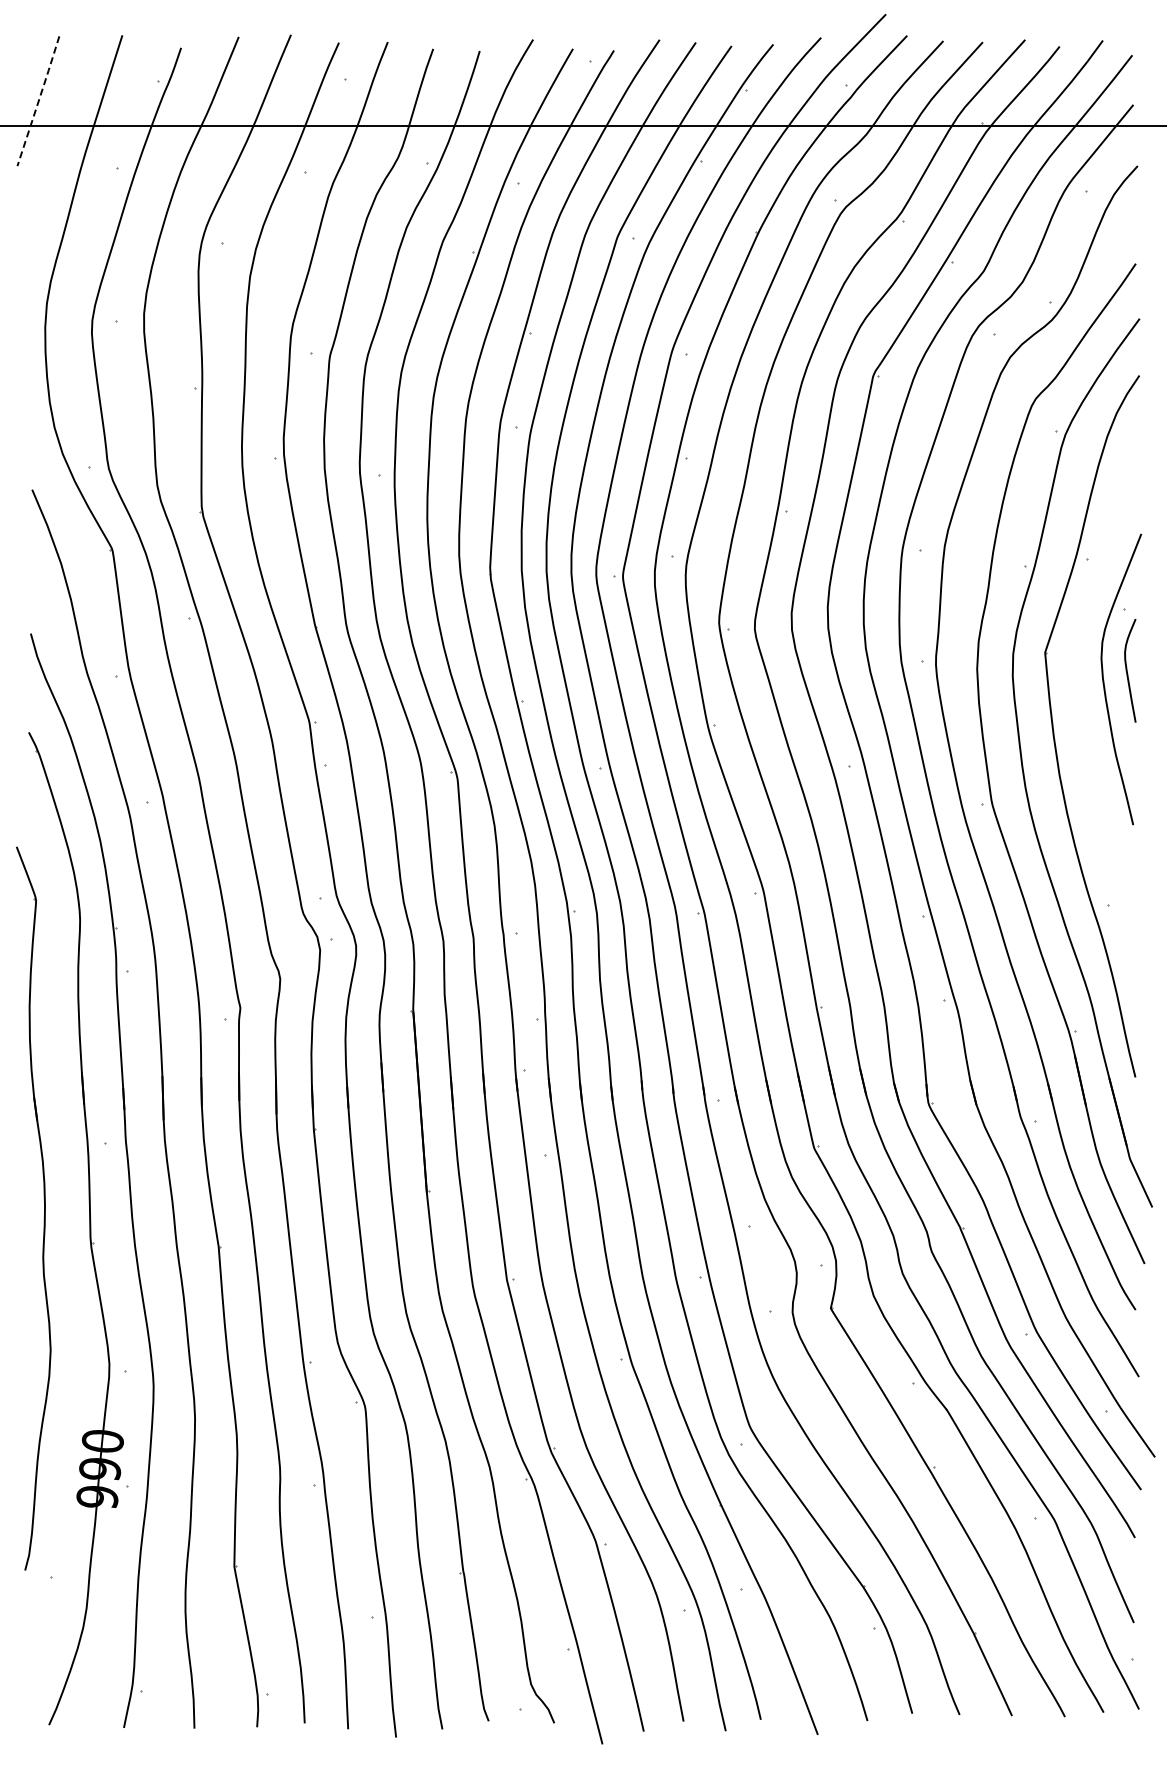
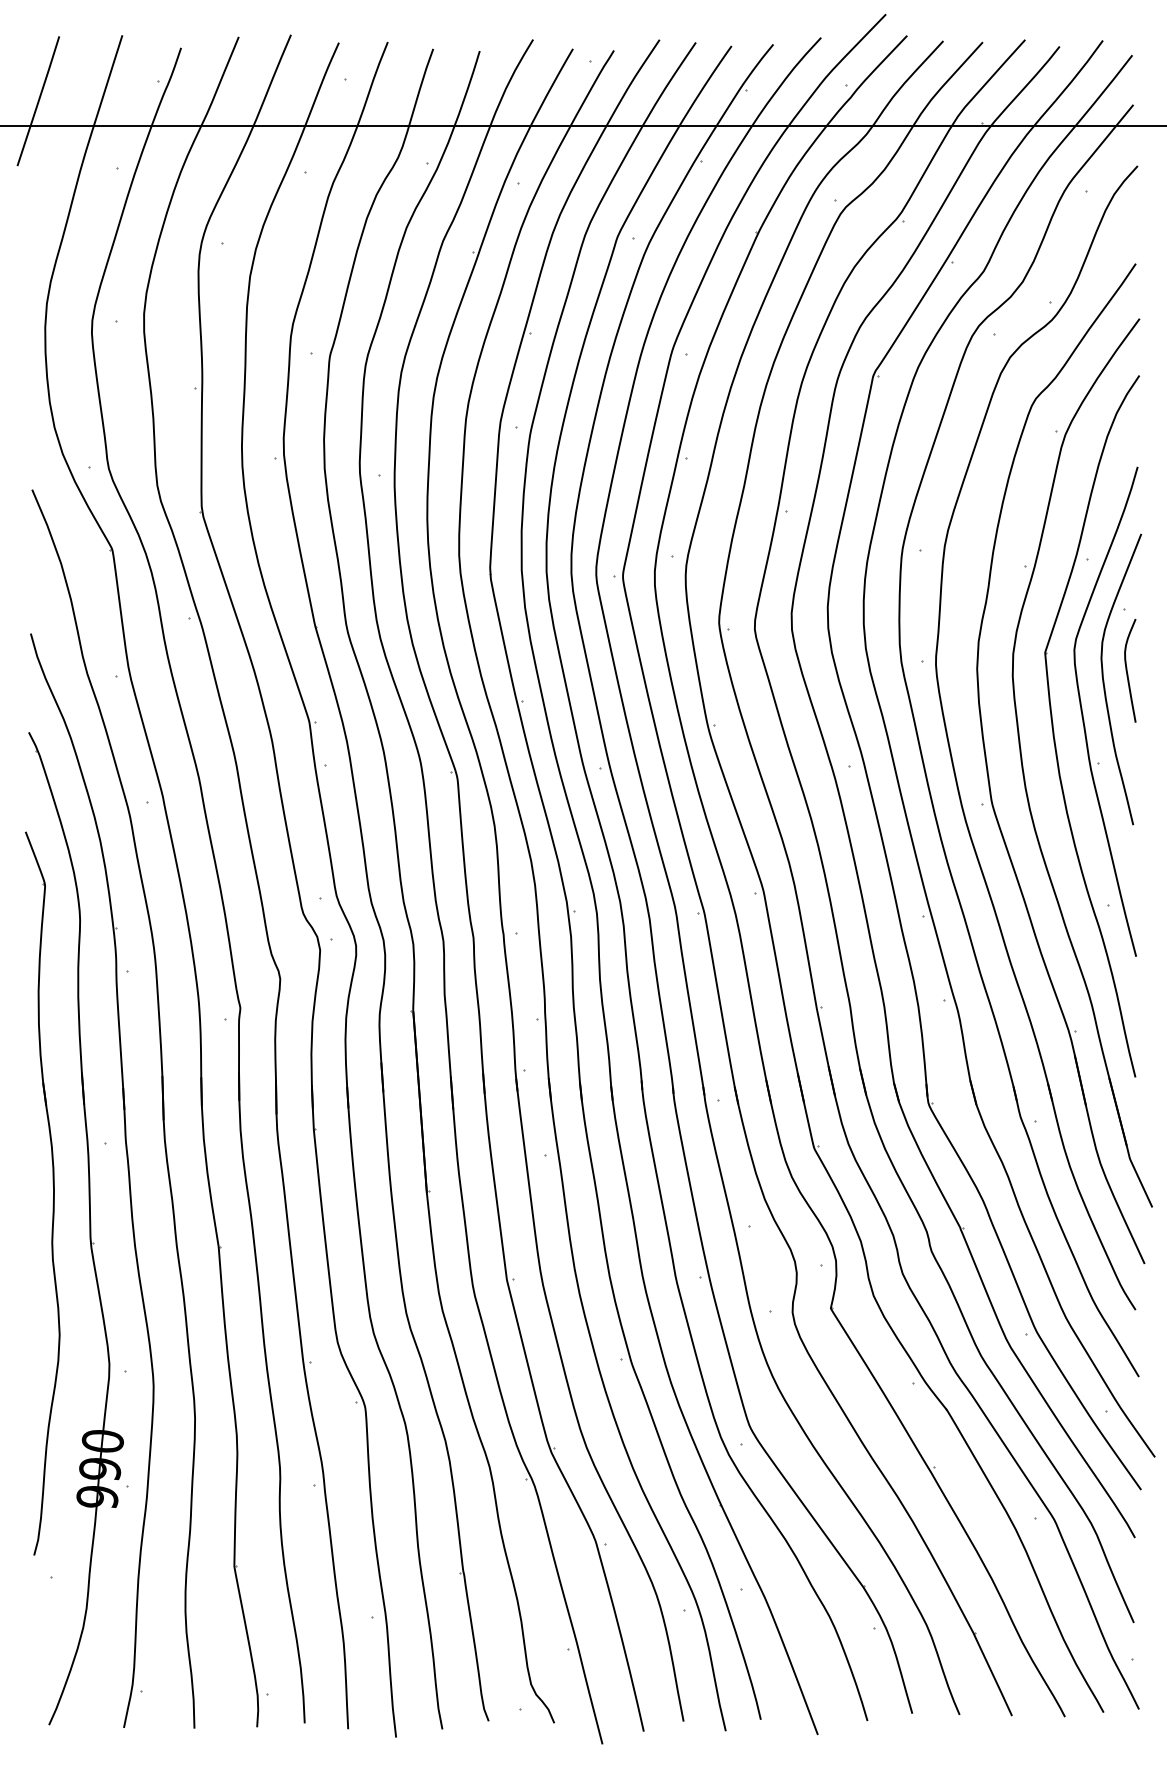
line at (38, 101): dashed -> solid
part at (1083, 713): none -> present
part at (44, 1208) position: (44, 1208) -> (53, 1193)
